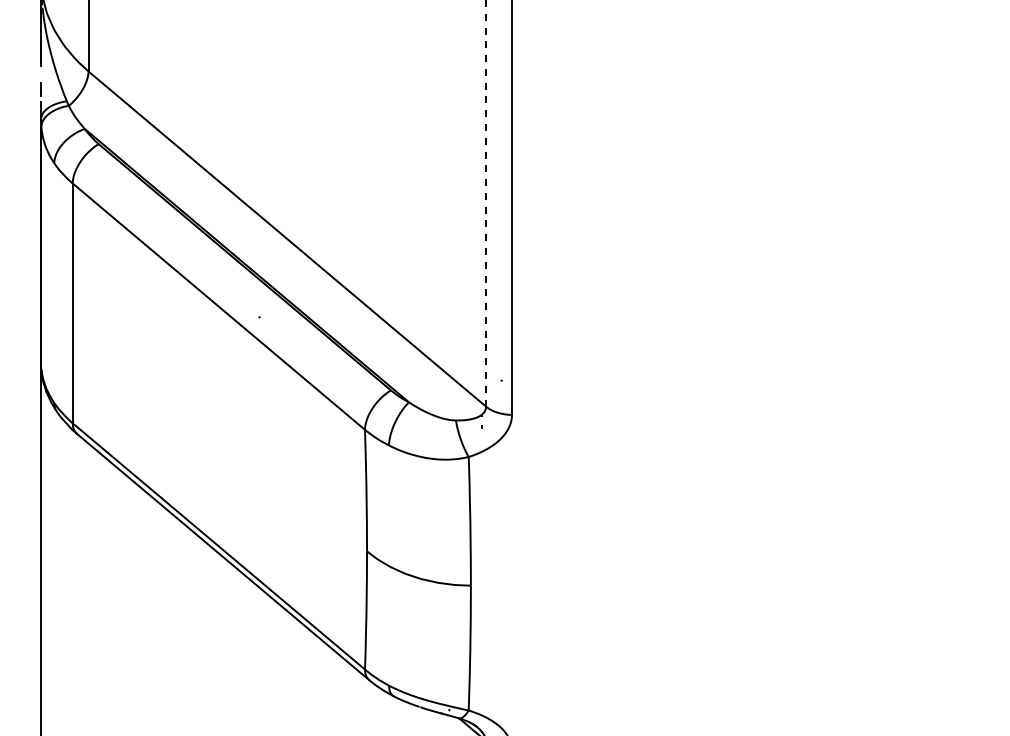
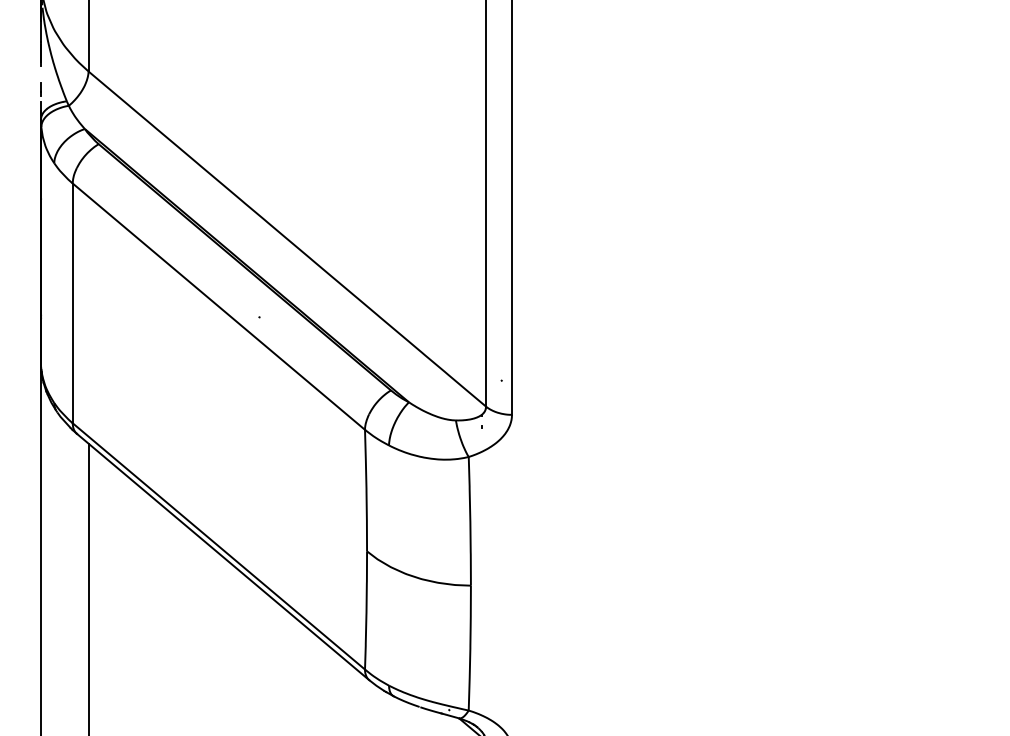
line at (486, 203): dashed -> solid
line at (88, 587): none -> present
